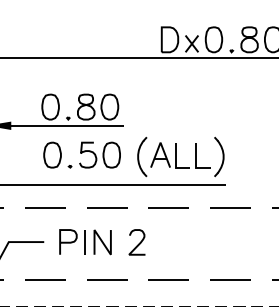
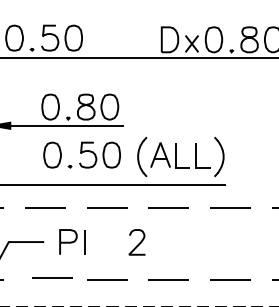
part at (43, 37): none -> present
line at (102, 242): present -> none
line at (45, 279) position: (45, 279) -> (52, 277)
